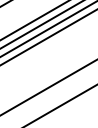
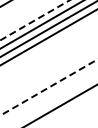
line at (35, 20): solid -> dashed
line at (49, 87): solid -> dashed
